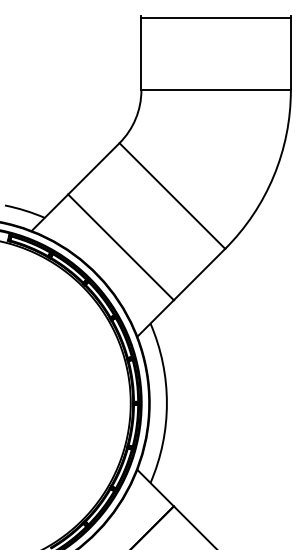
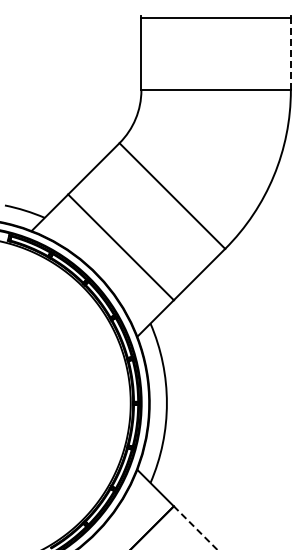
line at (290, 53): solid -> dashed
line at (195, 528): solid -> dashed
